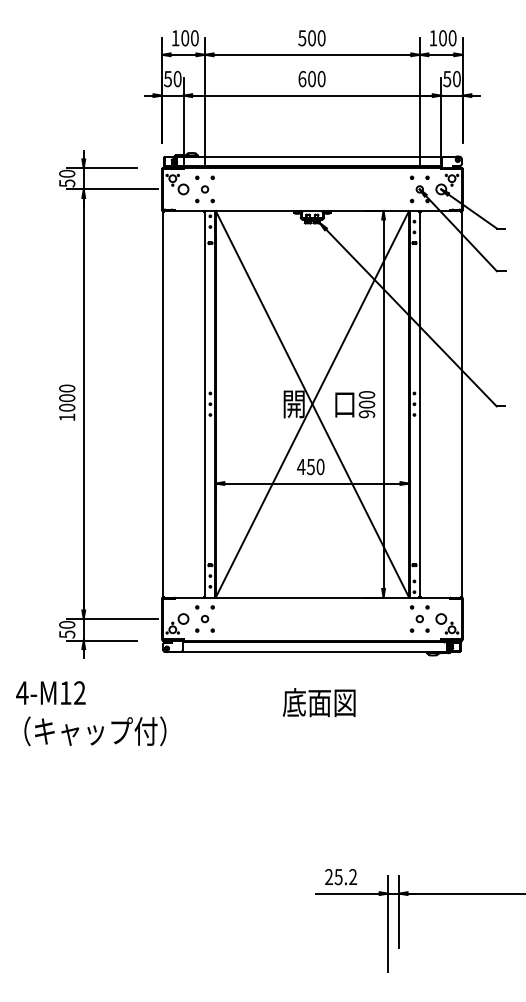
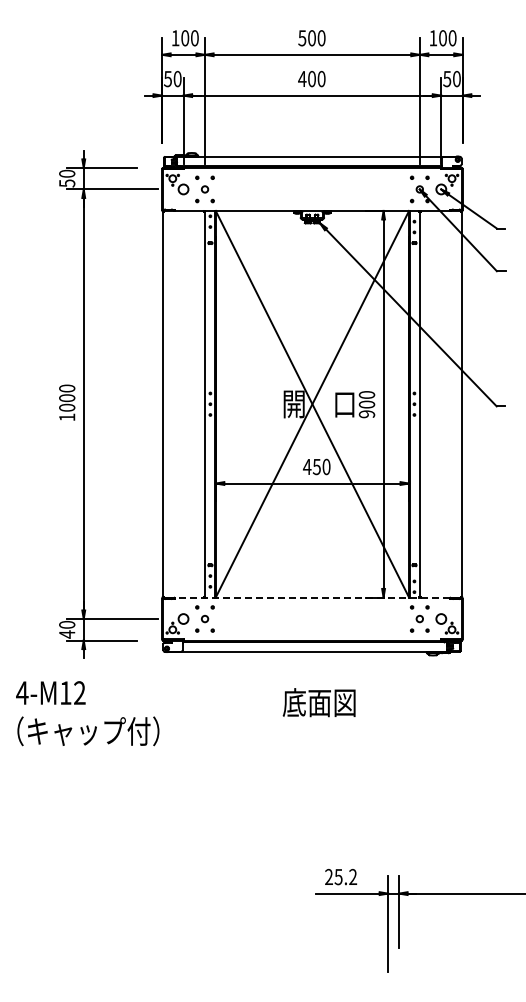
text at (302, 78): 600 -> 400
text at (310, 466) position: (310, 466) -> (316, 466)
line at (311, 597): solid -> dashed
text at (67, 634): 50 -> 40
text at (95, 731) position: (95, 731) -> (88, 731)
